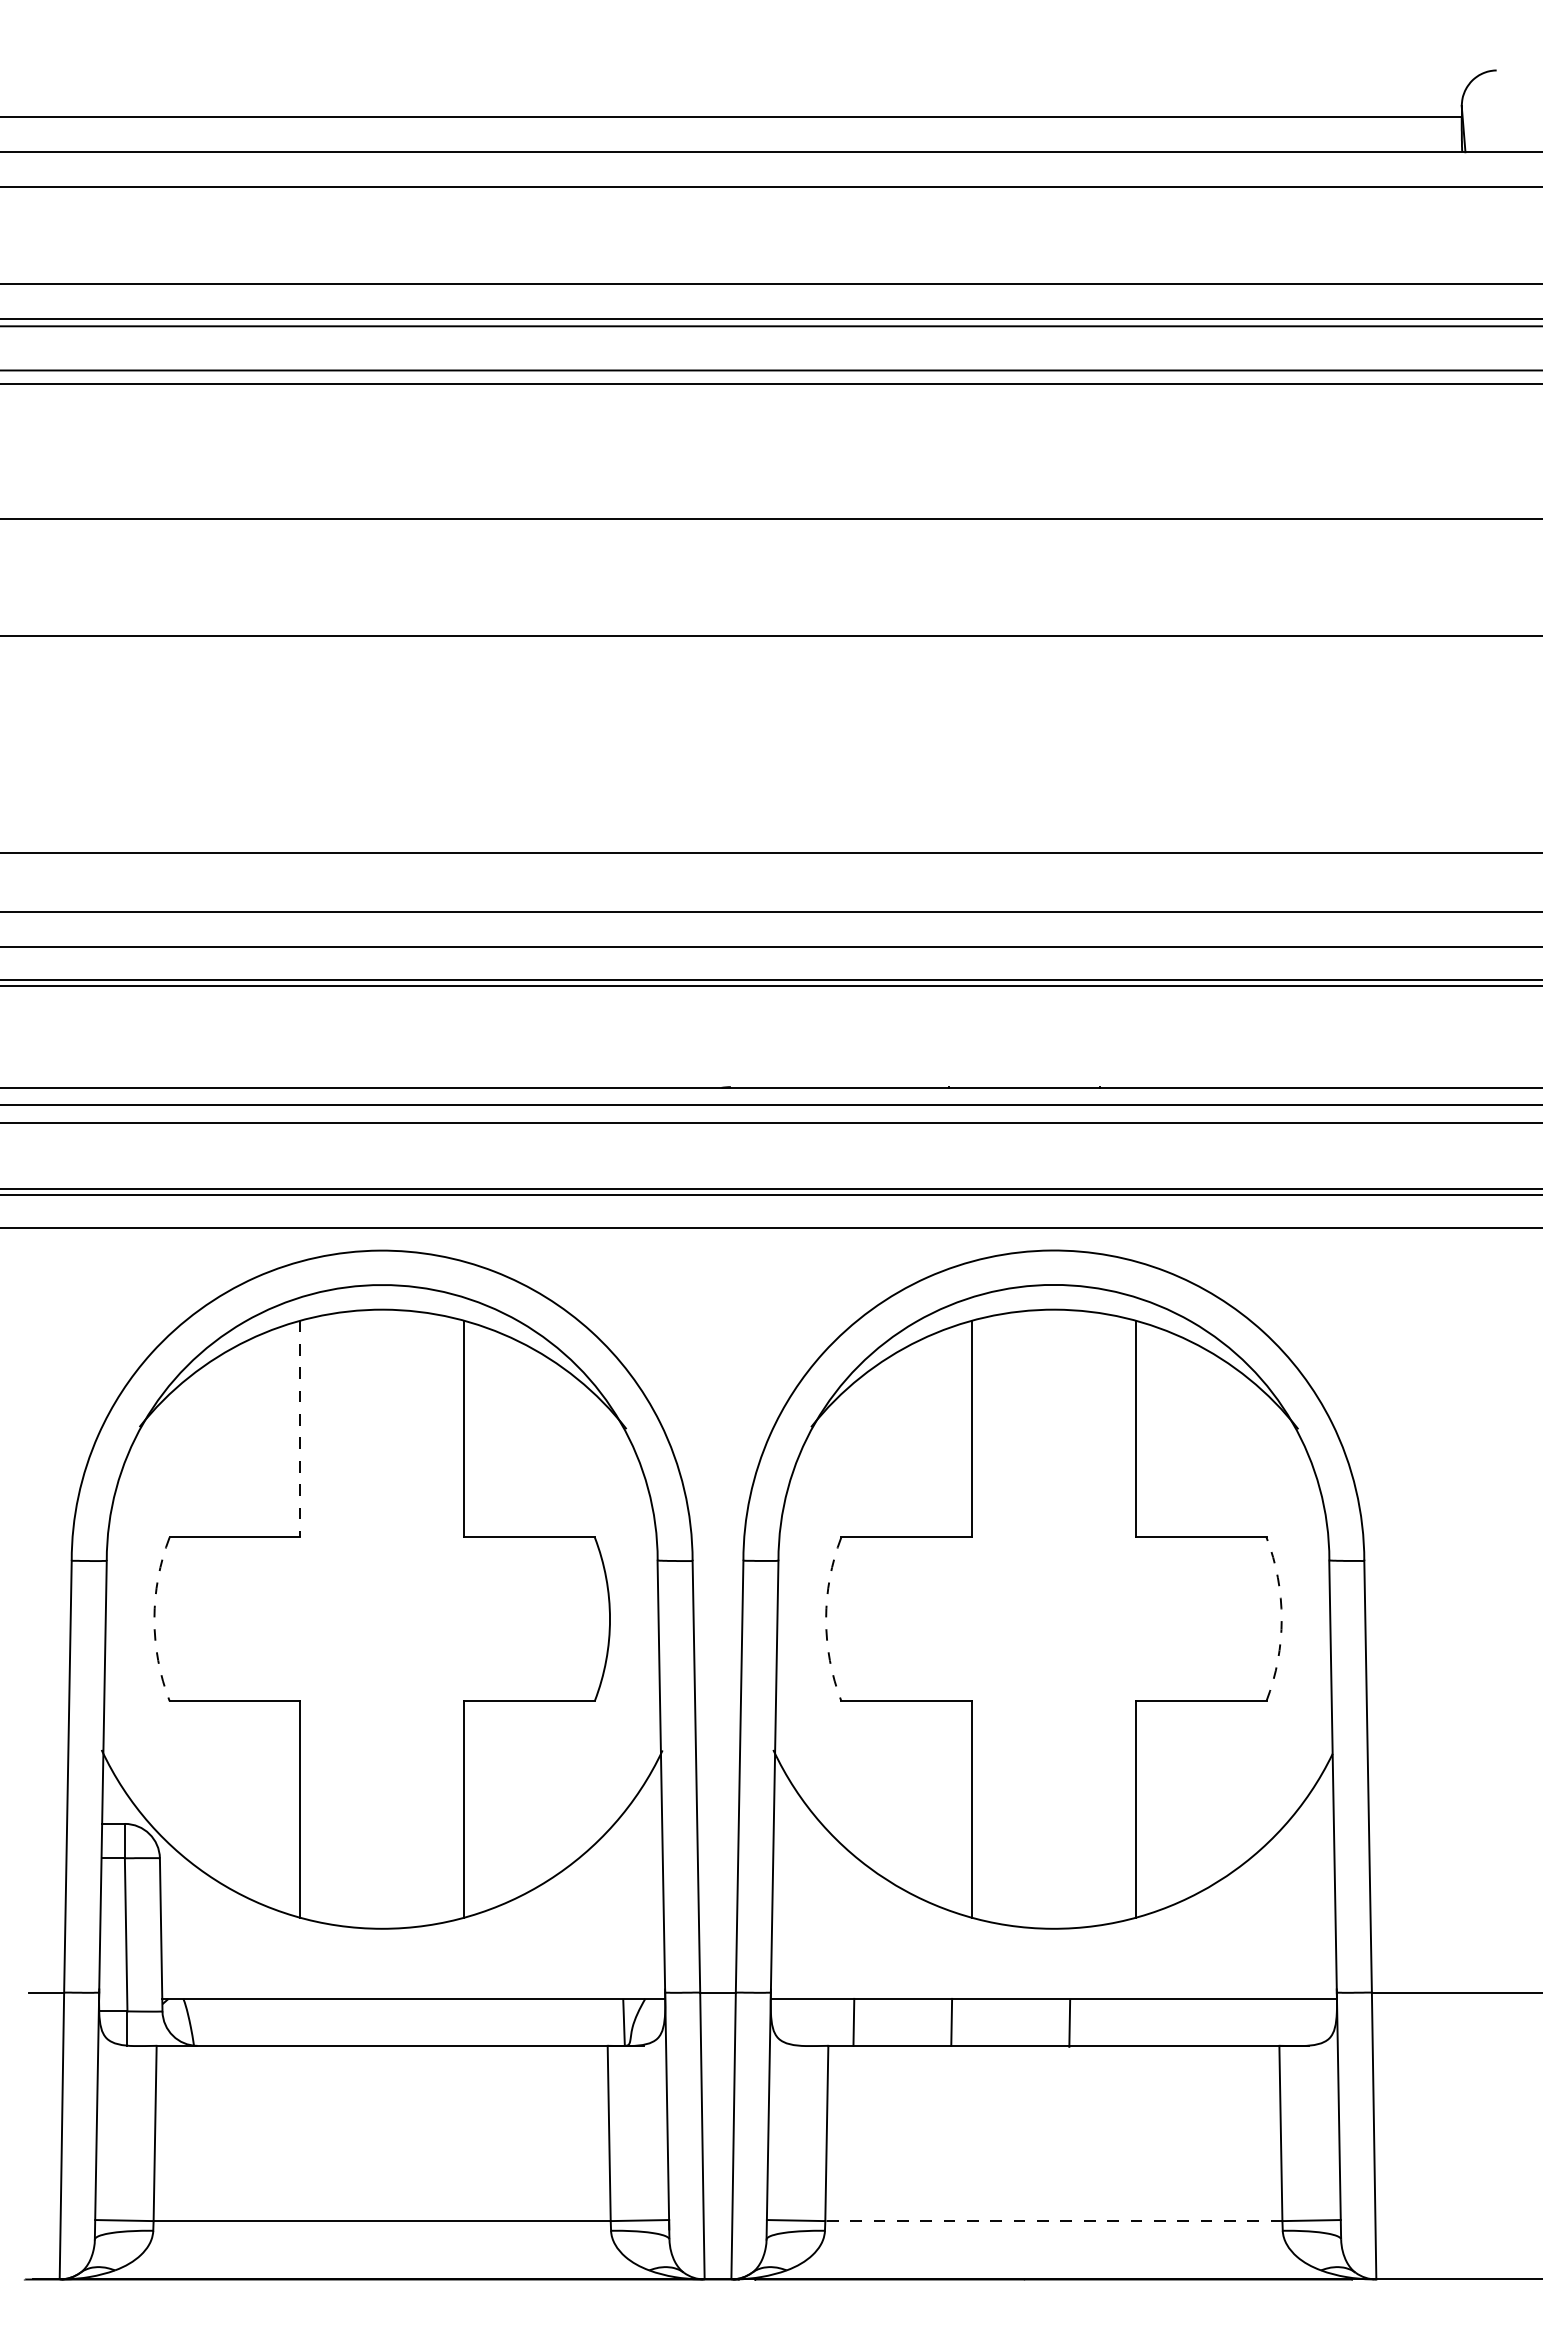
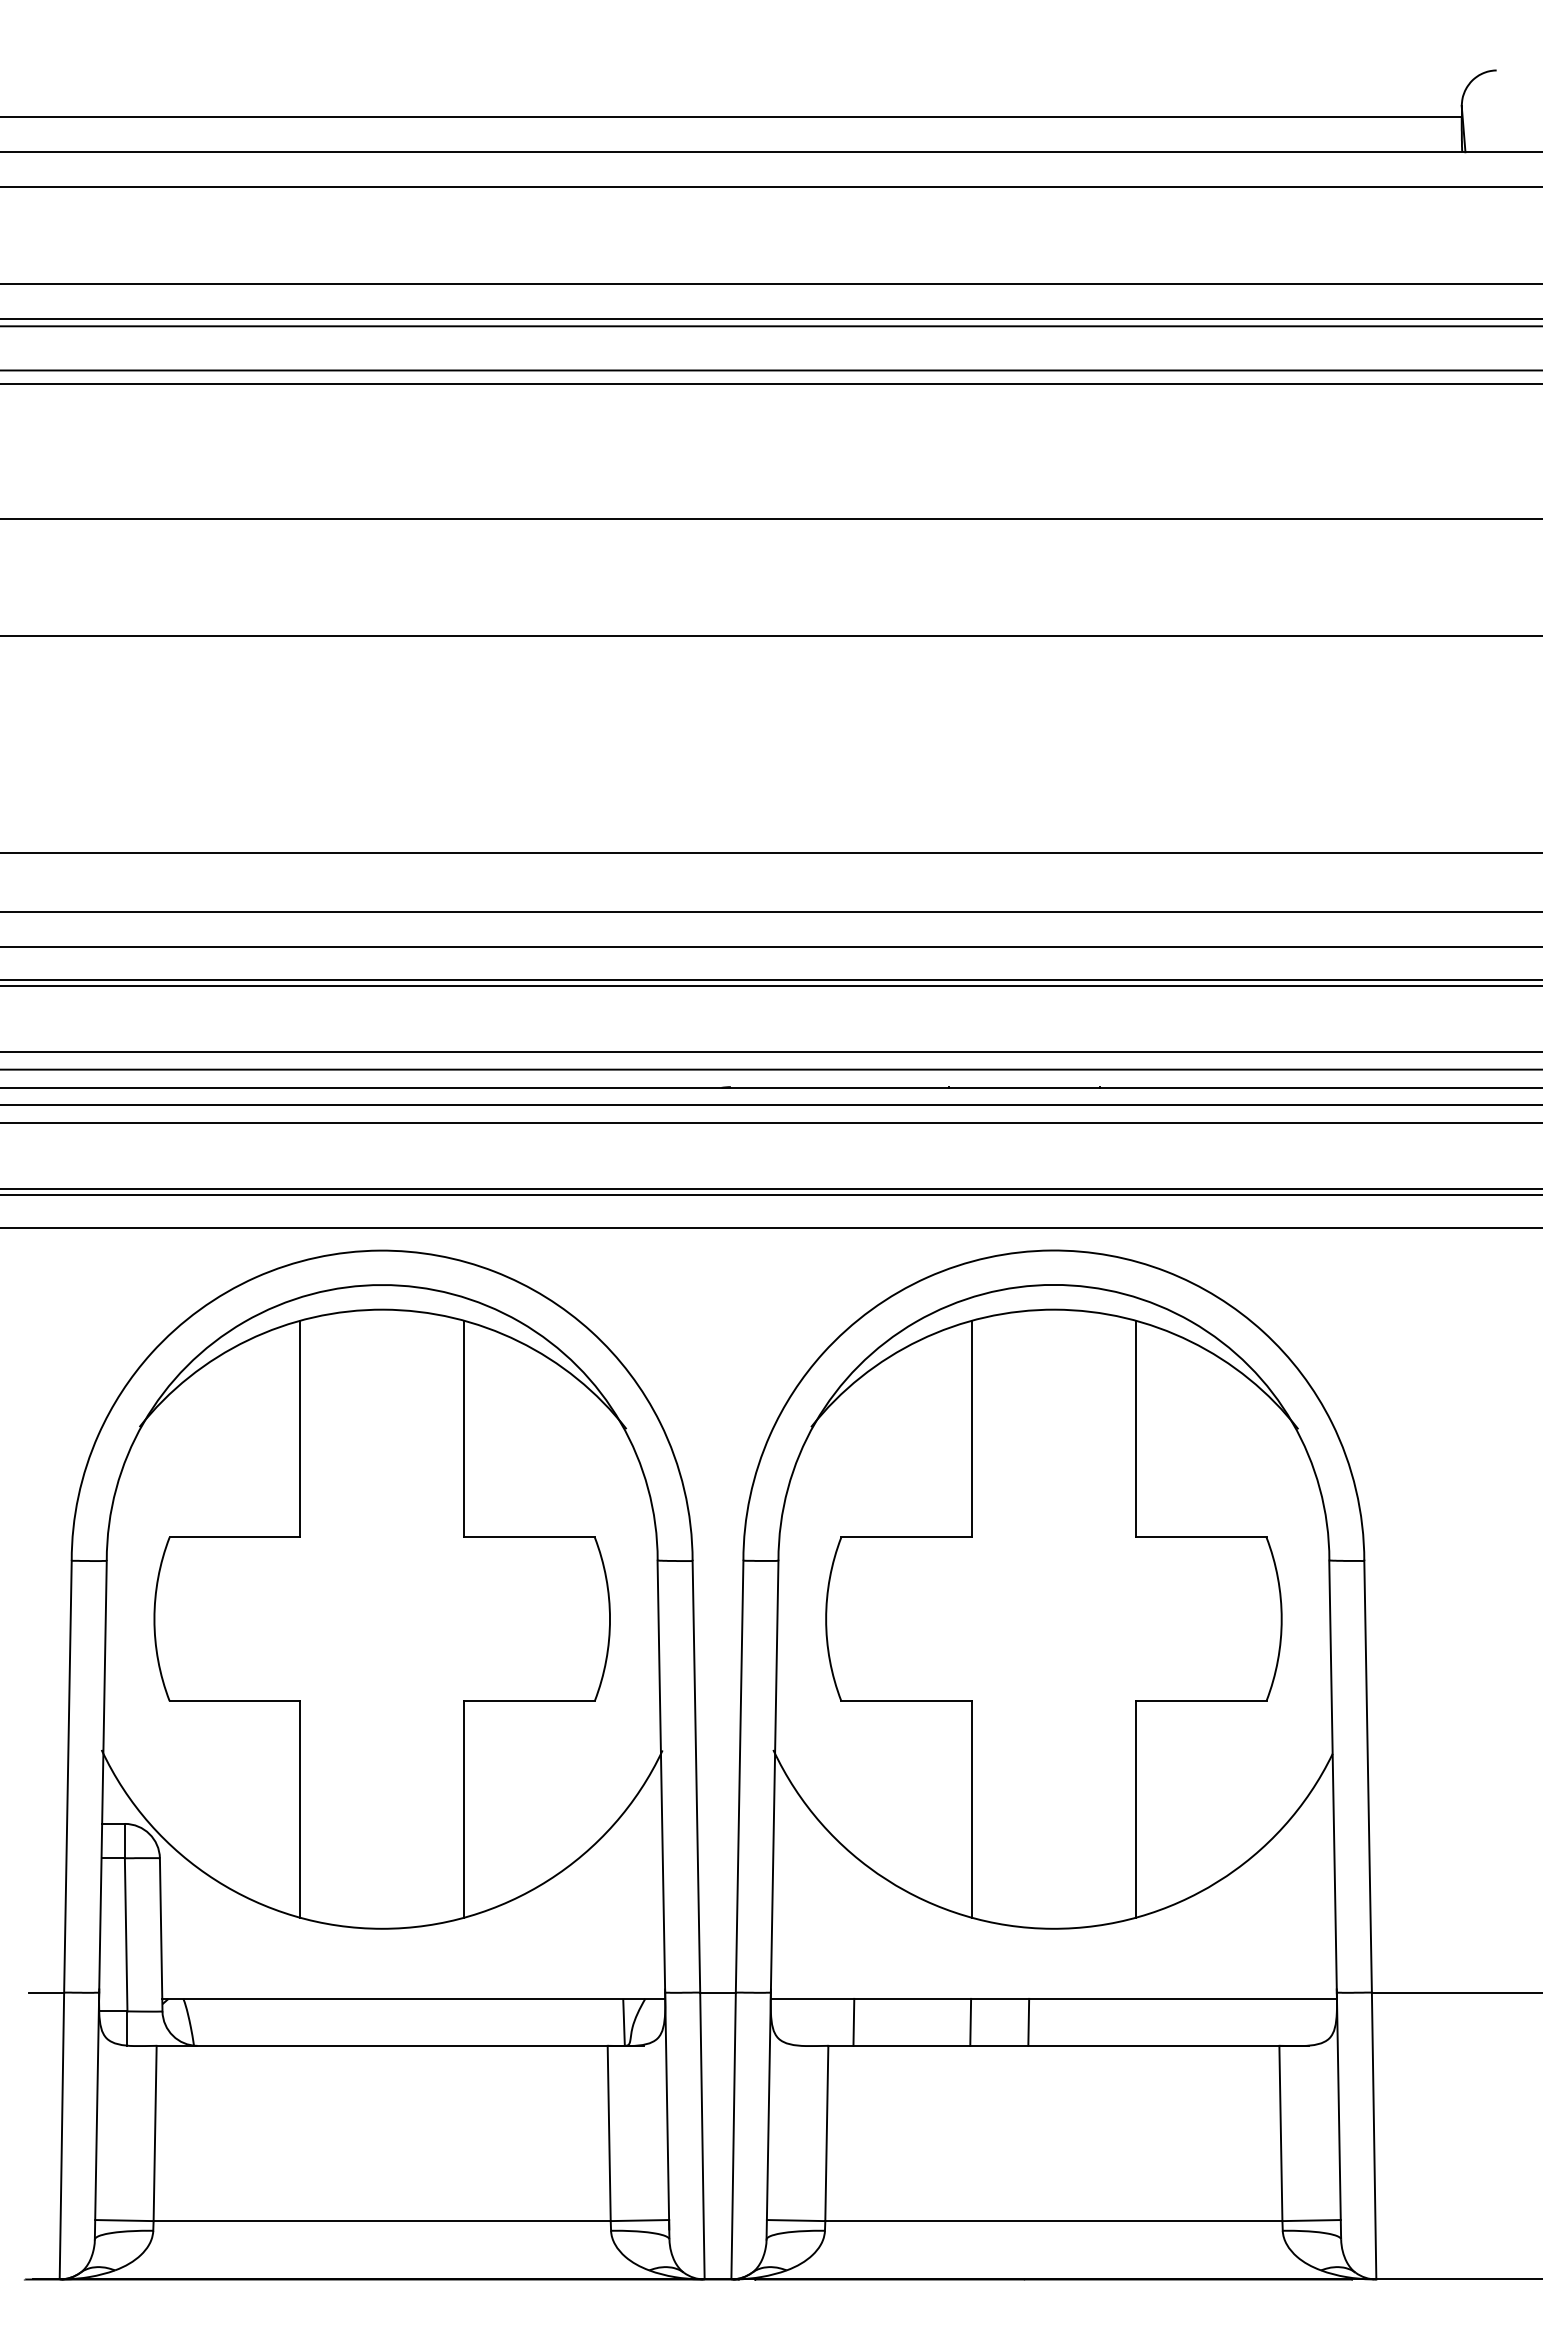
line at (770, 1052): none -> present
line at (770, 1069): none -> present
line at (300, 1429): dashed -> solid
arc at (154, 1619): dashed -> solid
arc at (826, 1619): dashed -> solid
arc at (1281, 1619): dashed -> solid
line at (951, 2021) position: (951, 2021) -> (970, 2021)
line at (1069, 2022) position: (1069, 2022) -> (1028, 2021)
line at (1053, 2221): dashed -> solid
